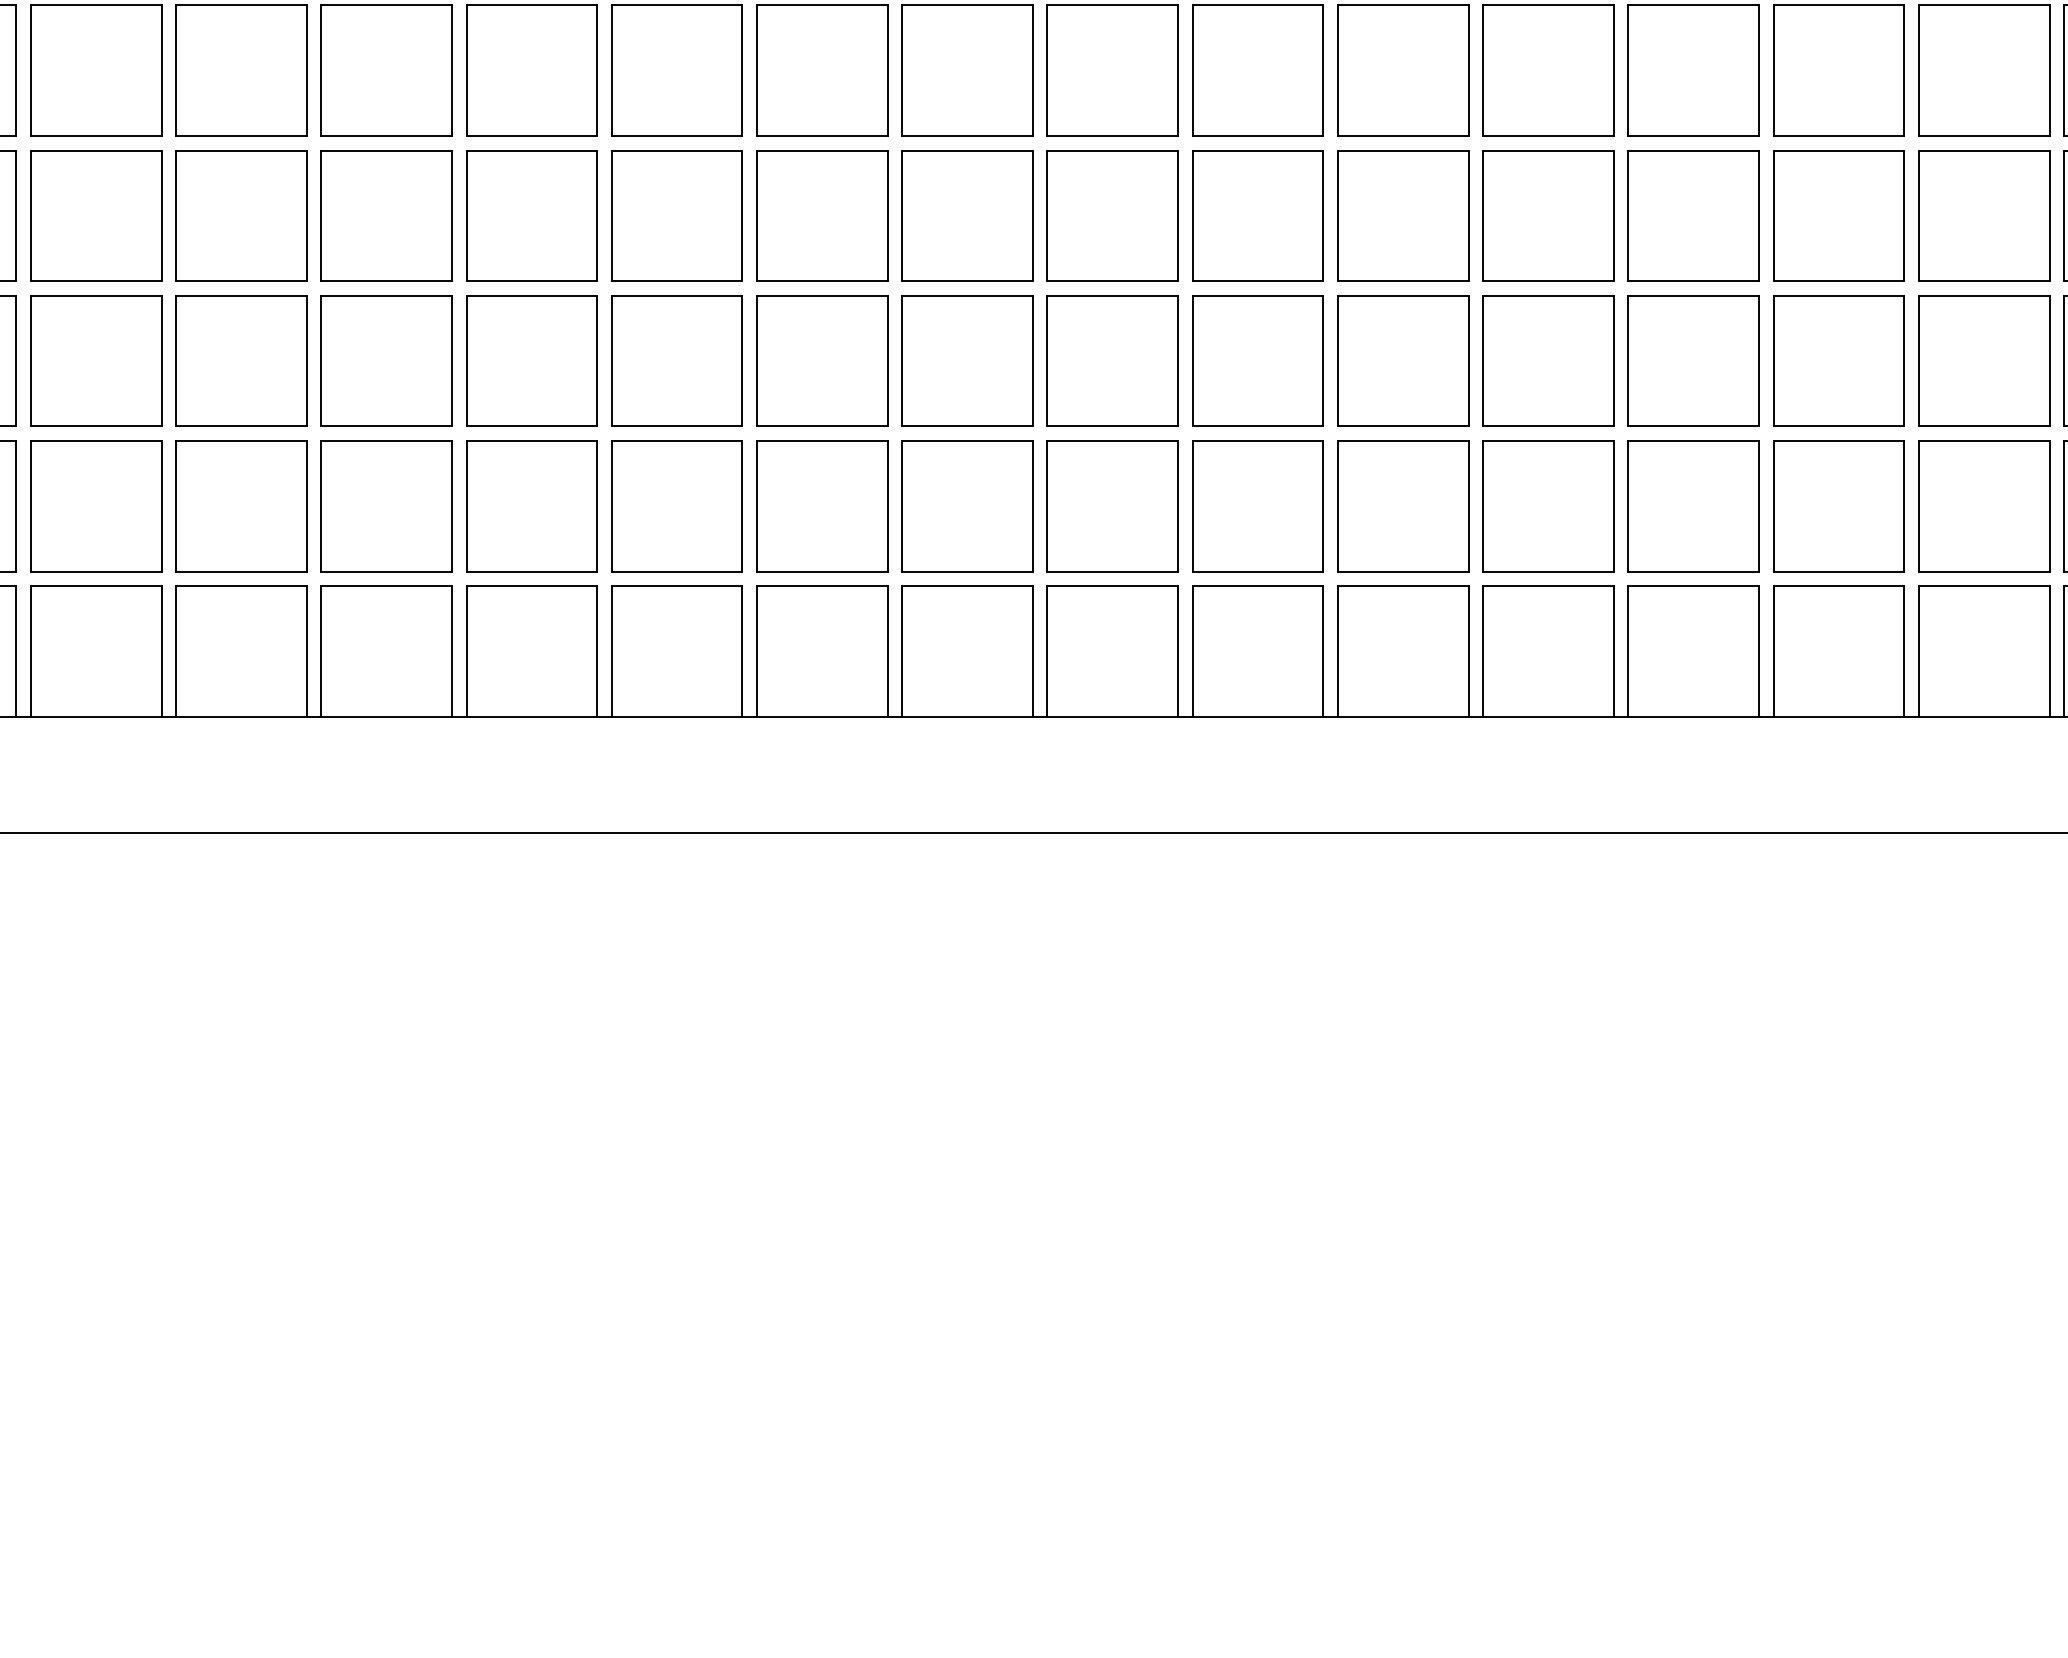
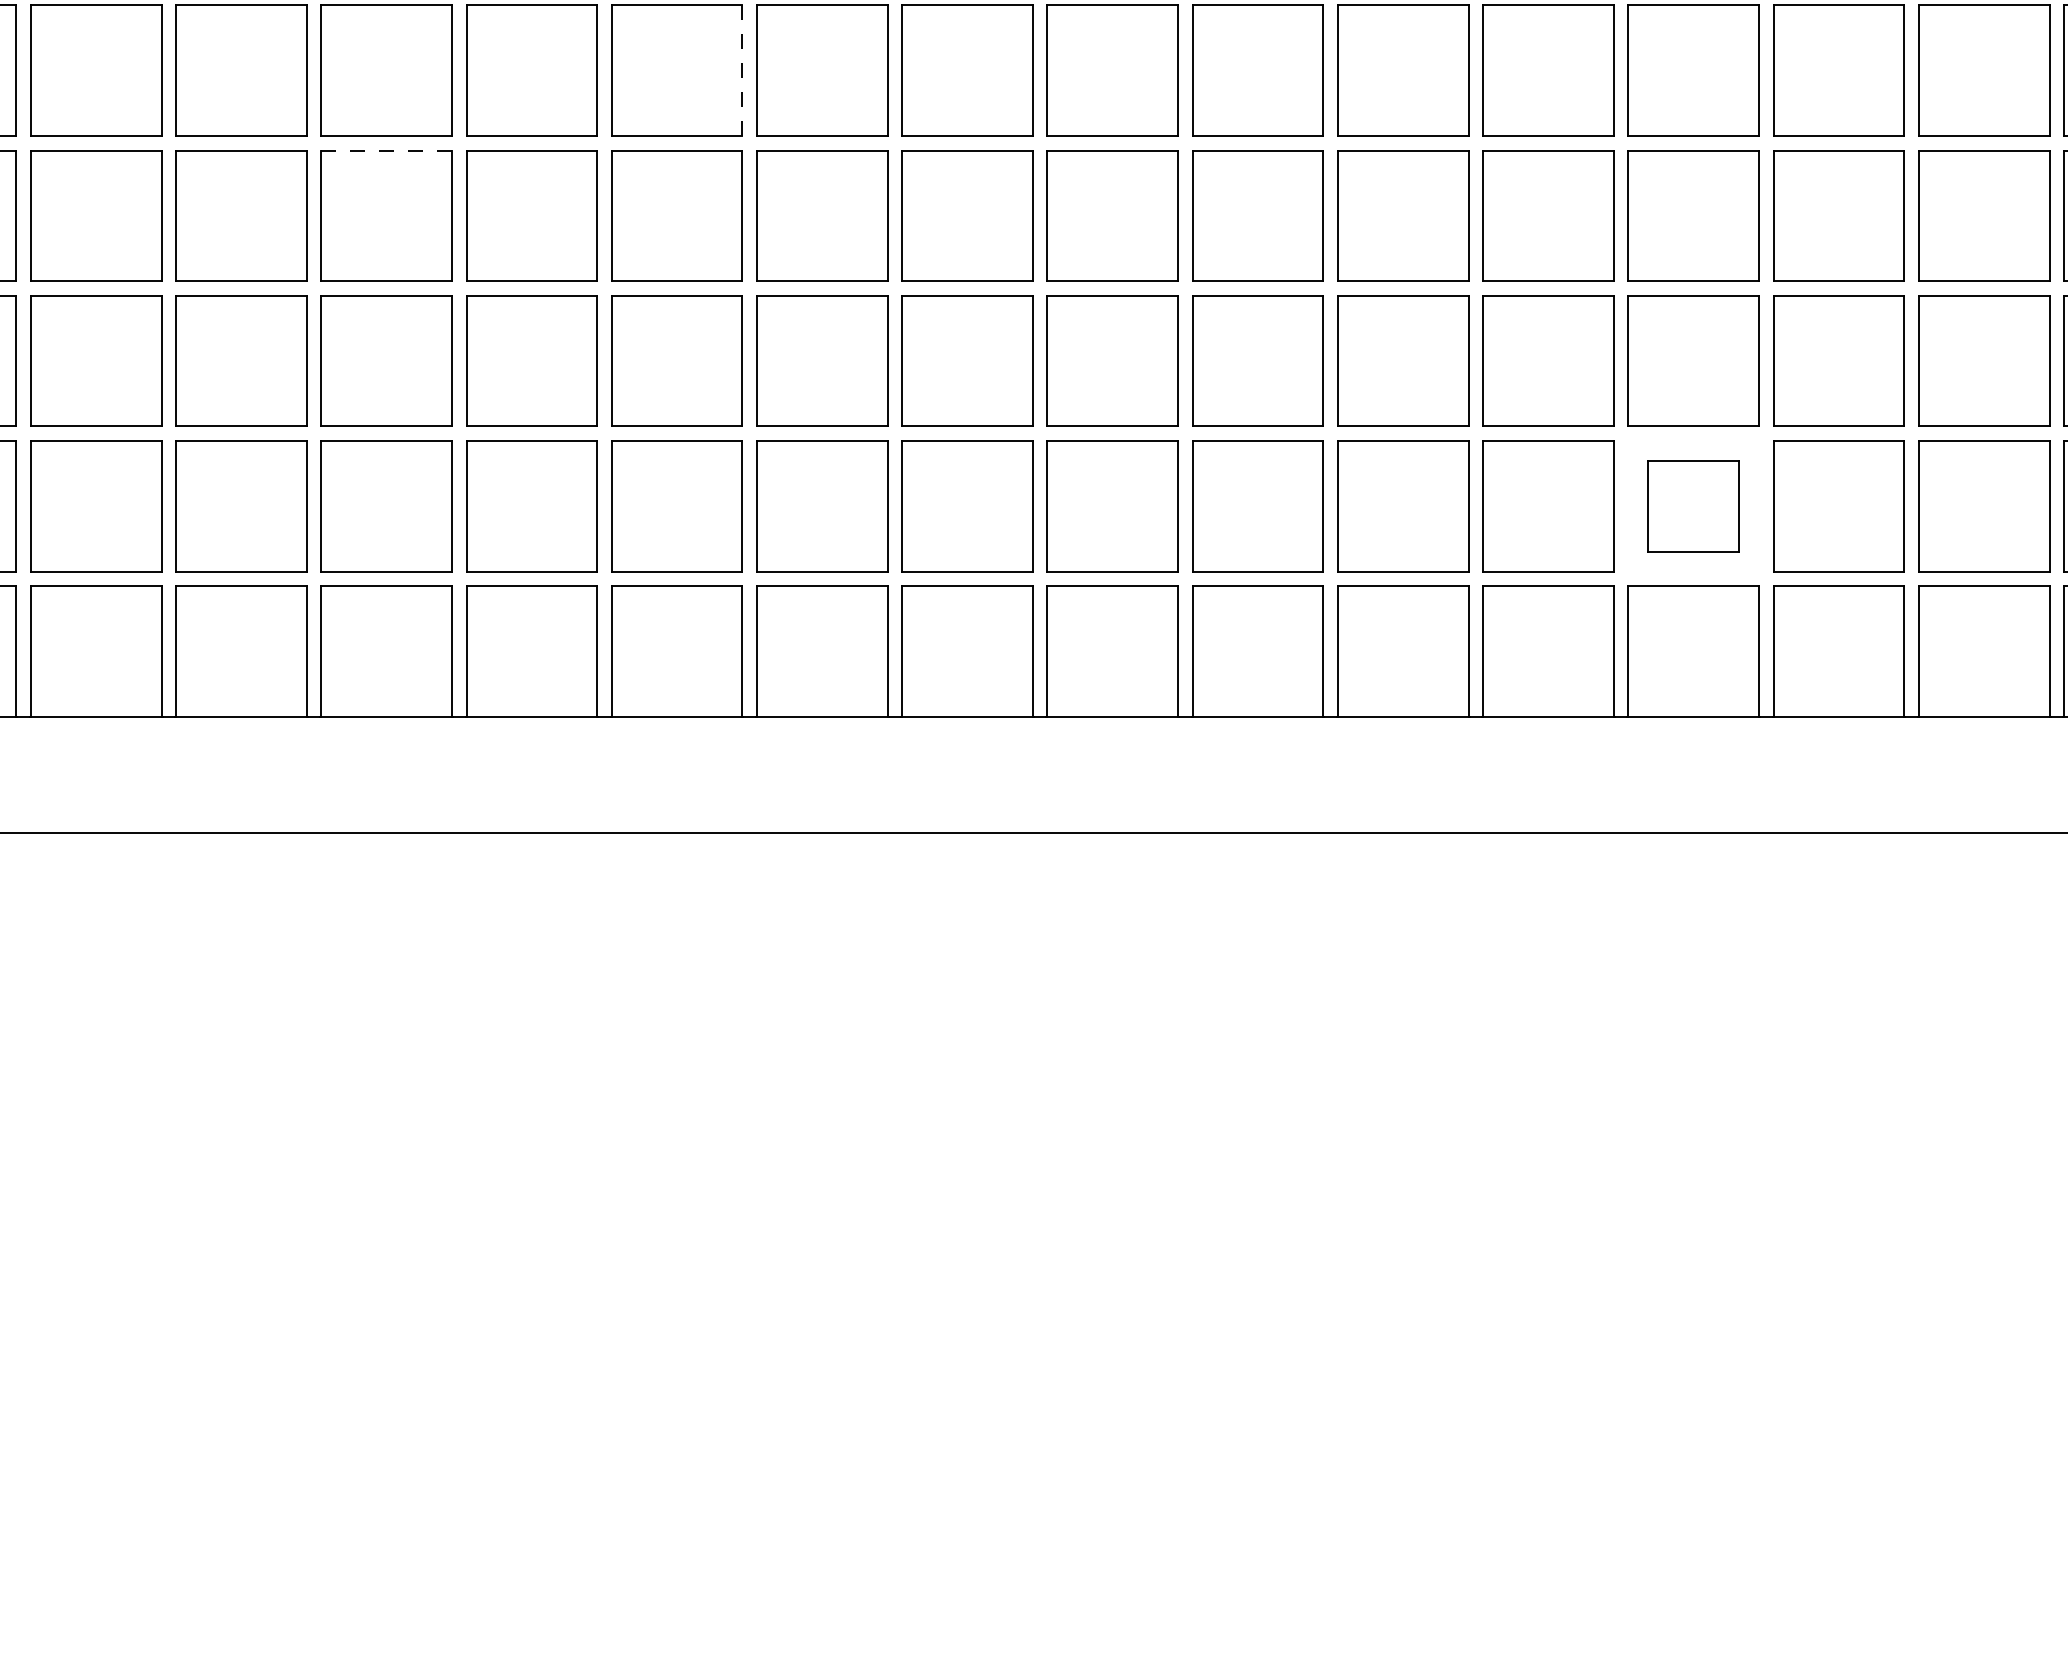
line at (742, 71): solid -> dashed
line at (387, 150): solid -> dashed
part at (1693, 506) size: 133x133 px -> 93x93 px
